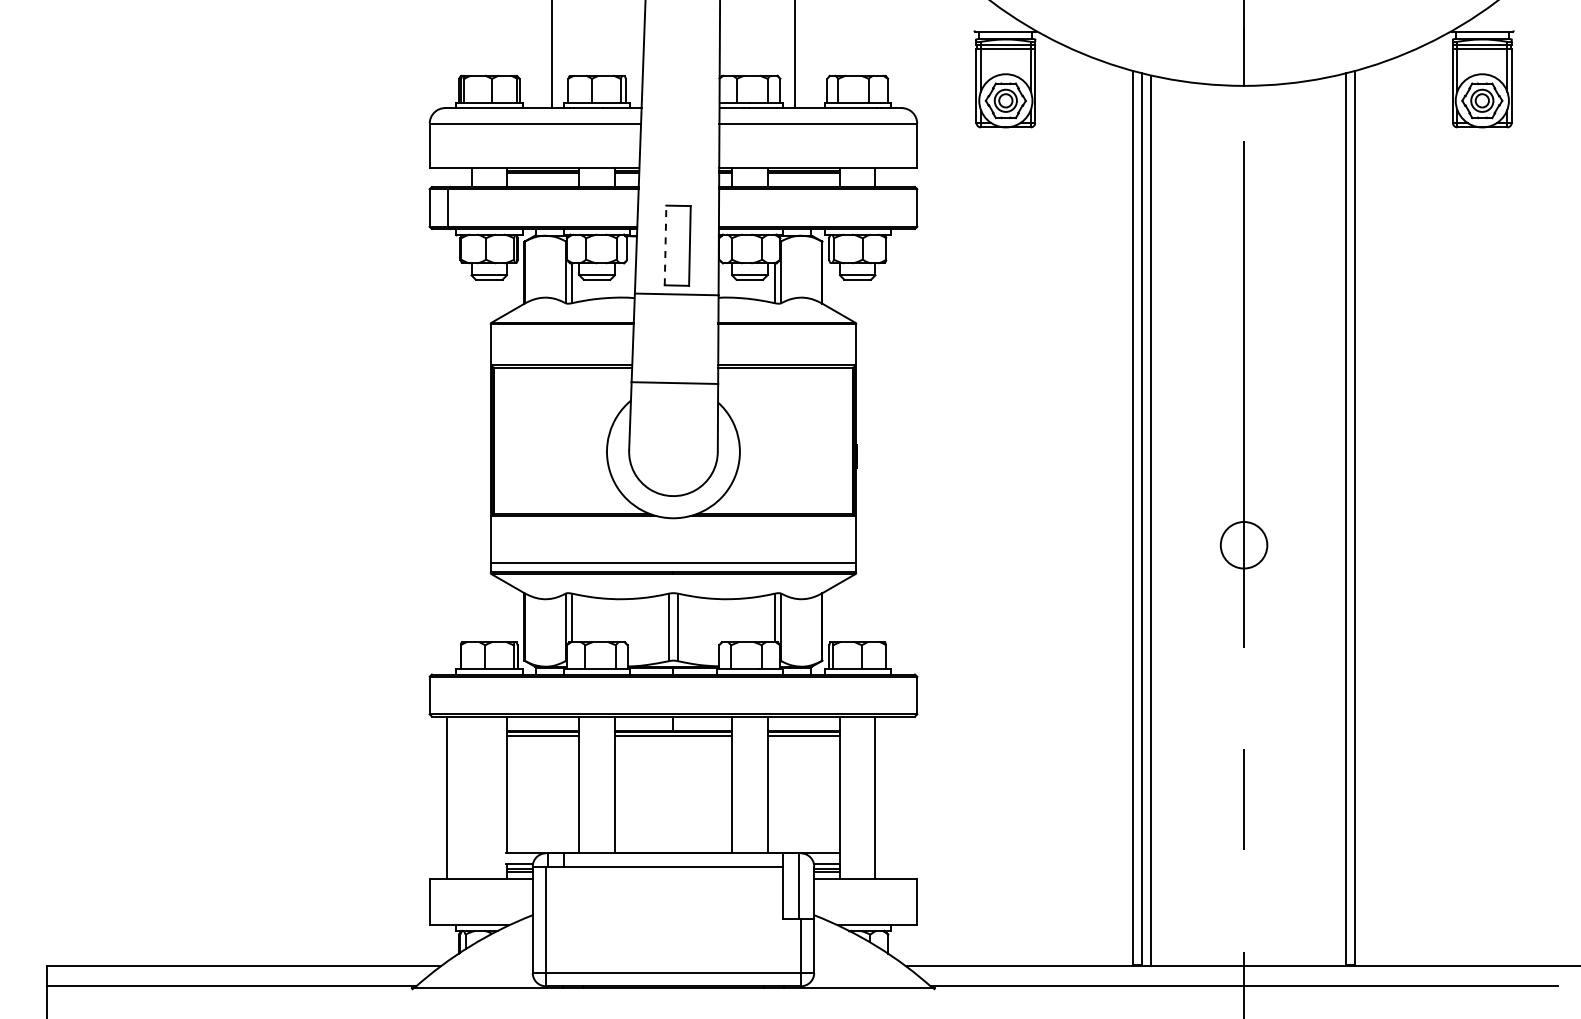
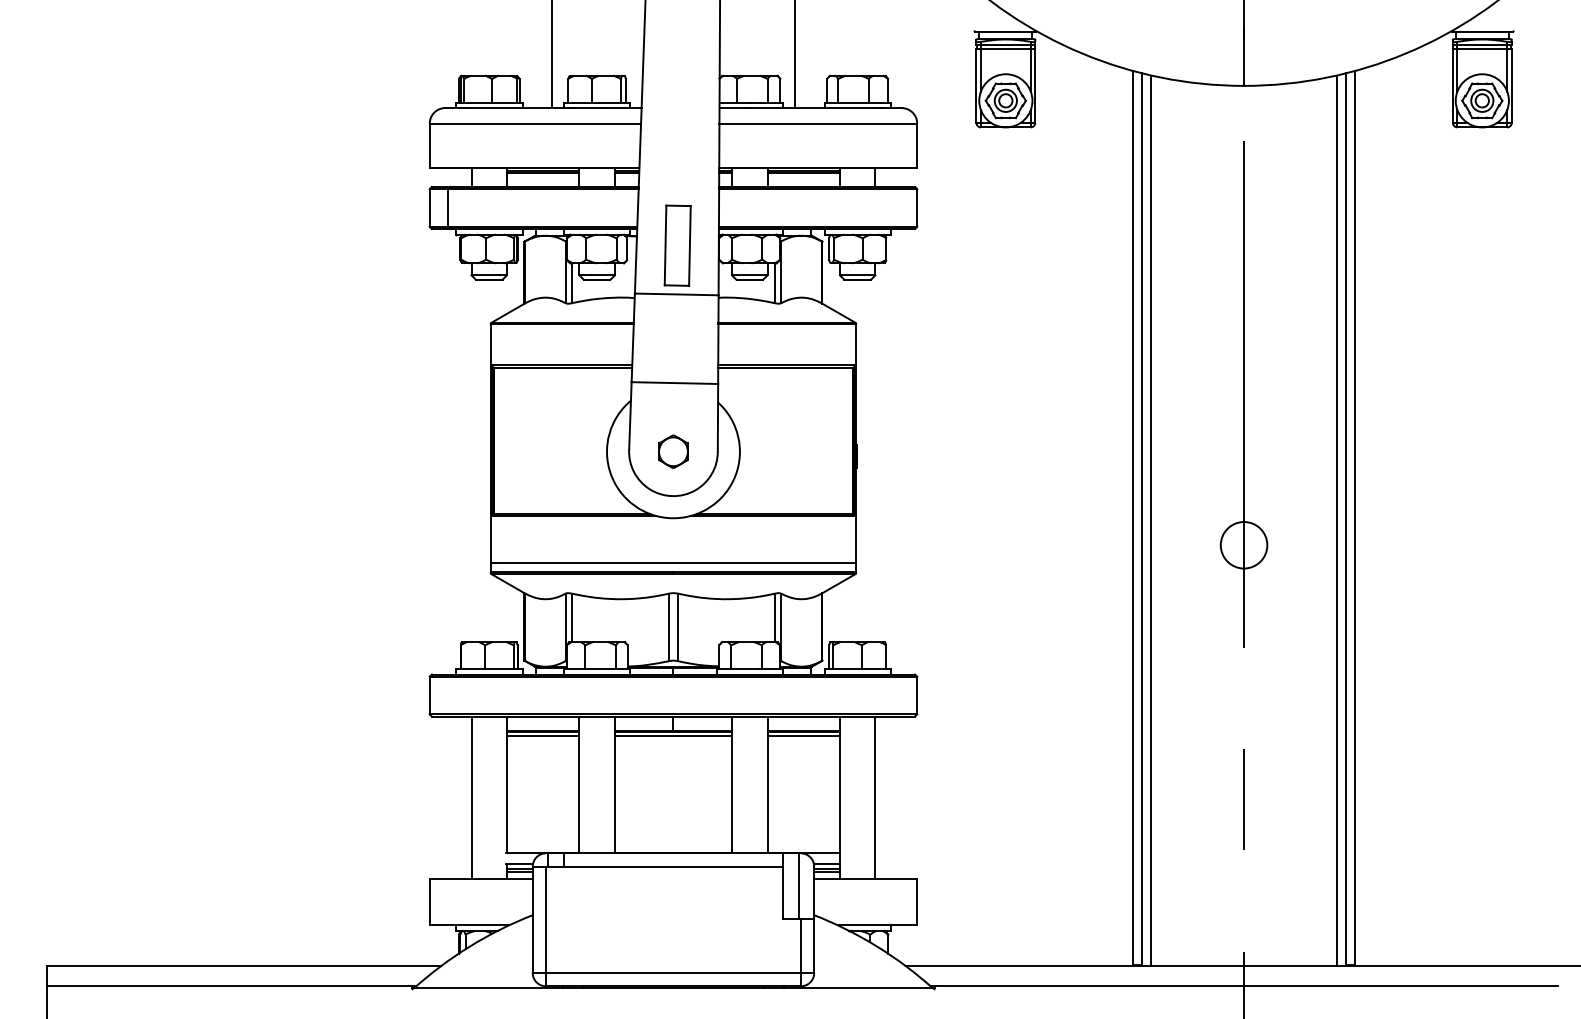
line at (665, 245): dashed -> solid
part at (673, 451): none -> present
line at (1337, 520): none -> present
line at (446, 797) position: (446, 797) -> (471, 797)
